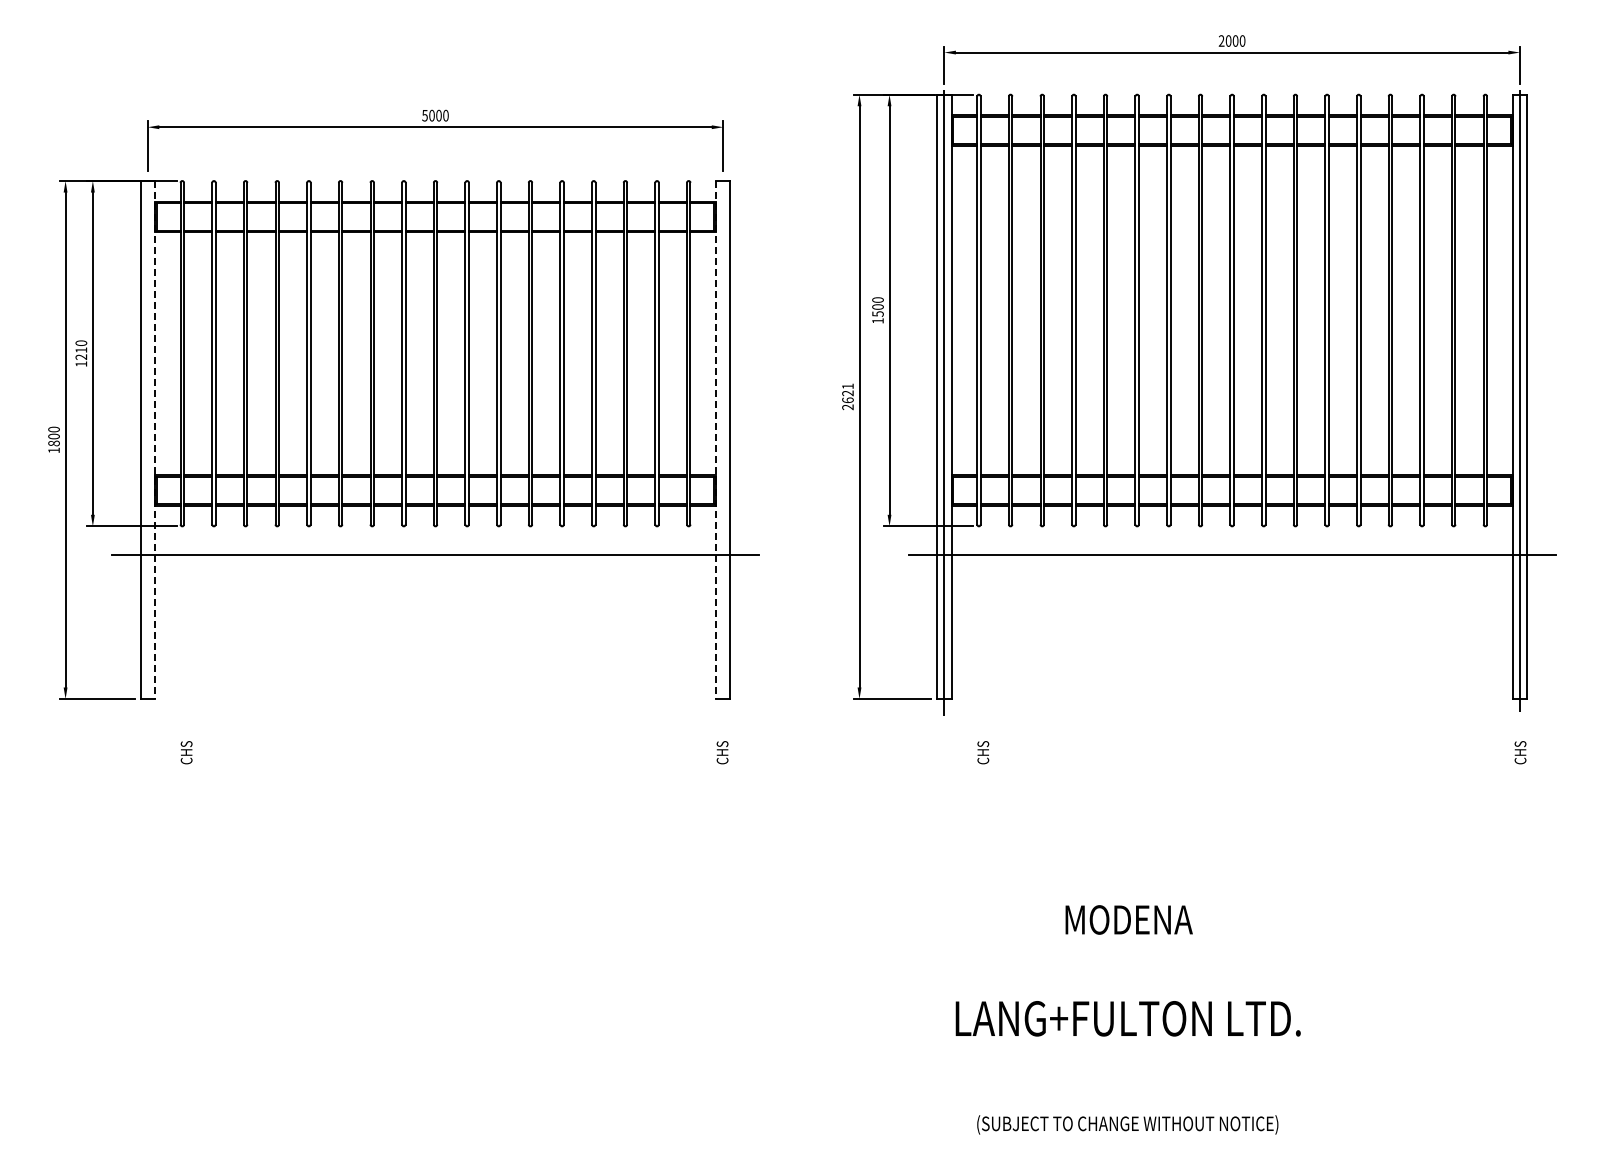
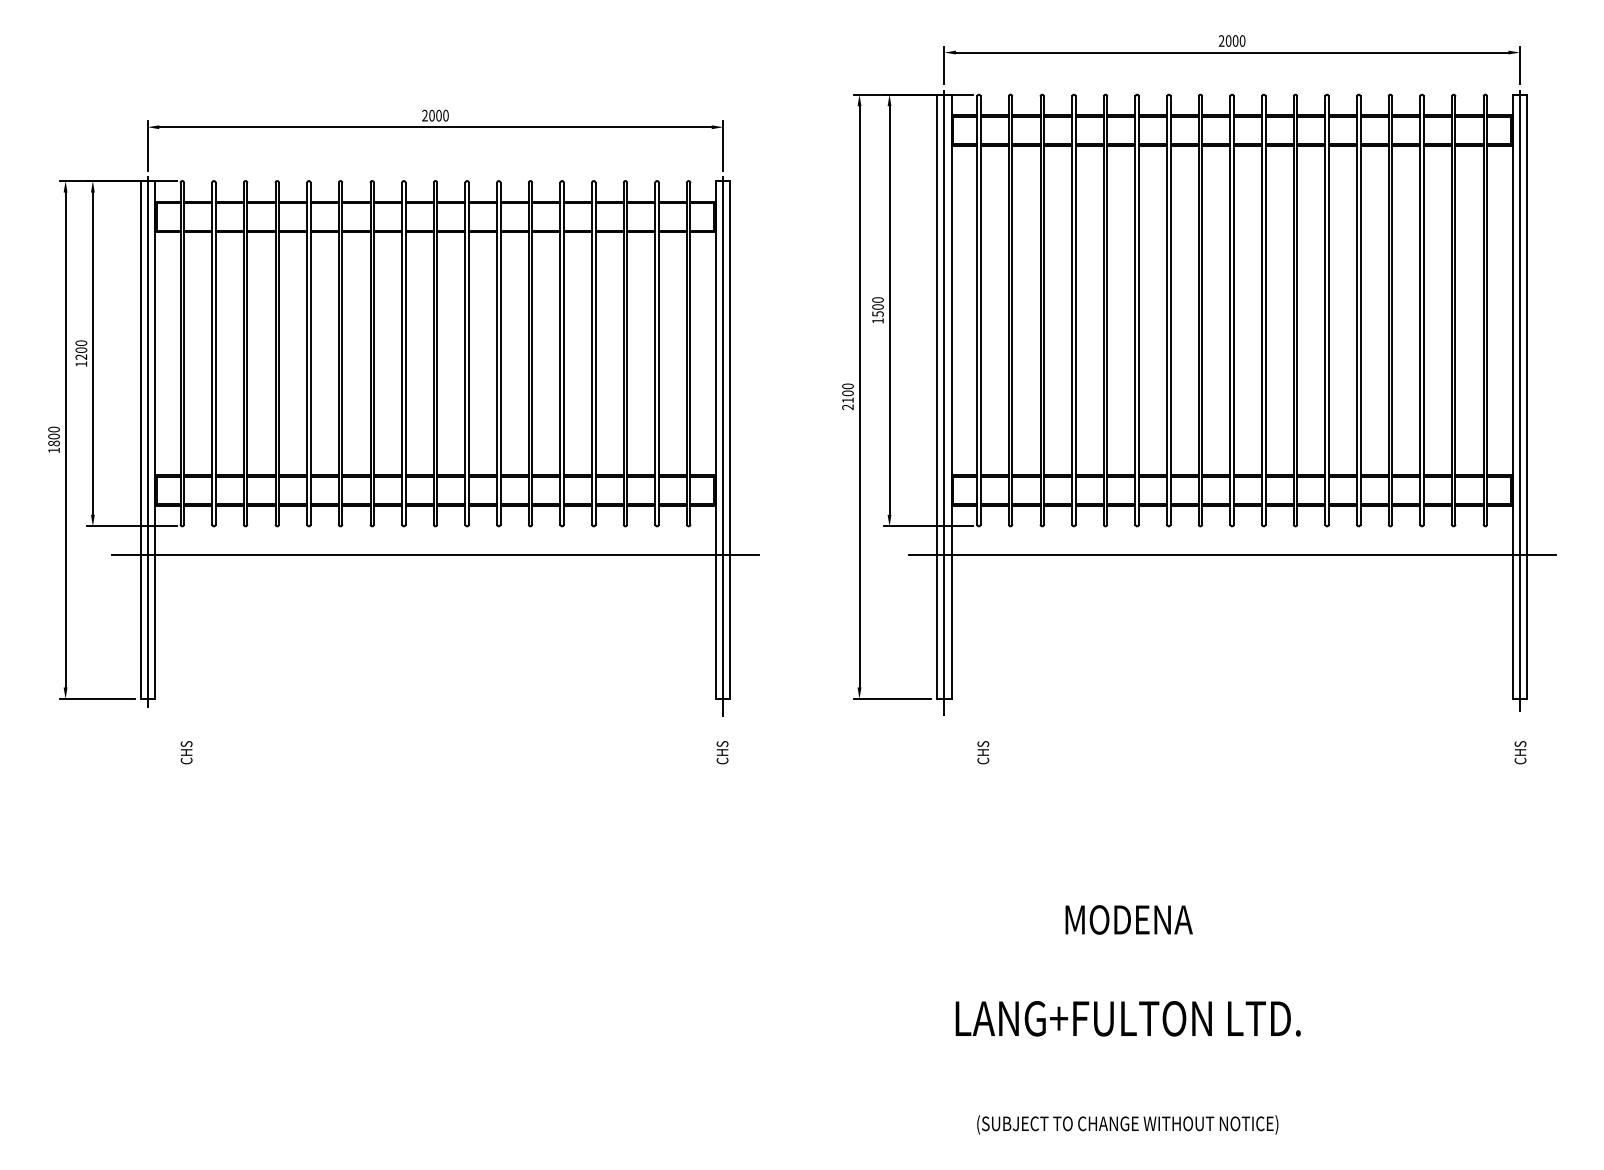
text at (424, 115): 5000 -> 2000
text at (81, 349): 1210 -> 1200
text at (847, 393): 2621 -> 2100
line at (154, 440): dashed -> solid
line at (716, 440): dashed -> solid
line at (147, 441): none -> present
line at (723, 446): none -> present
